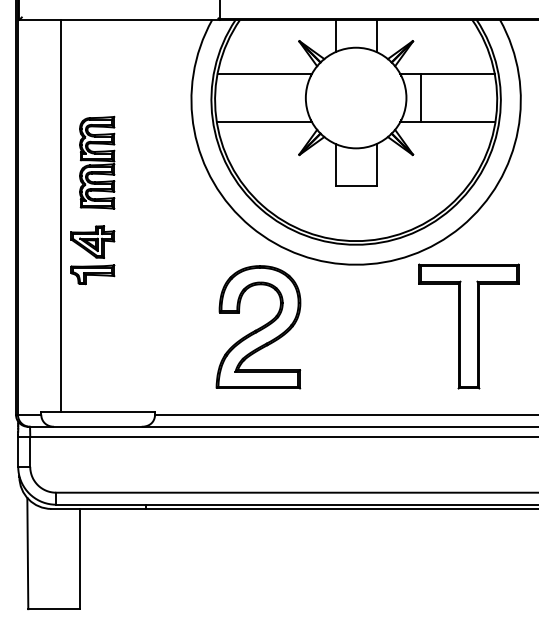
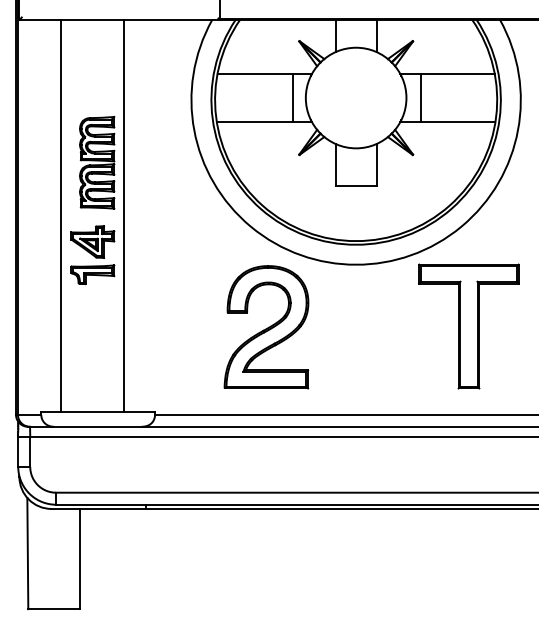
line at (292, 97): none -> present
line at (123, 215): none -> present
part at (258, 327) position: (258, 327) -> (266, 327)
